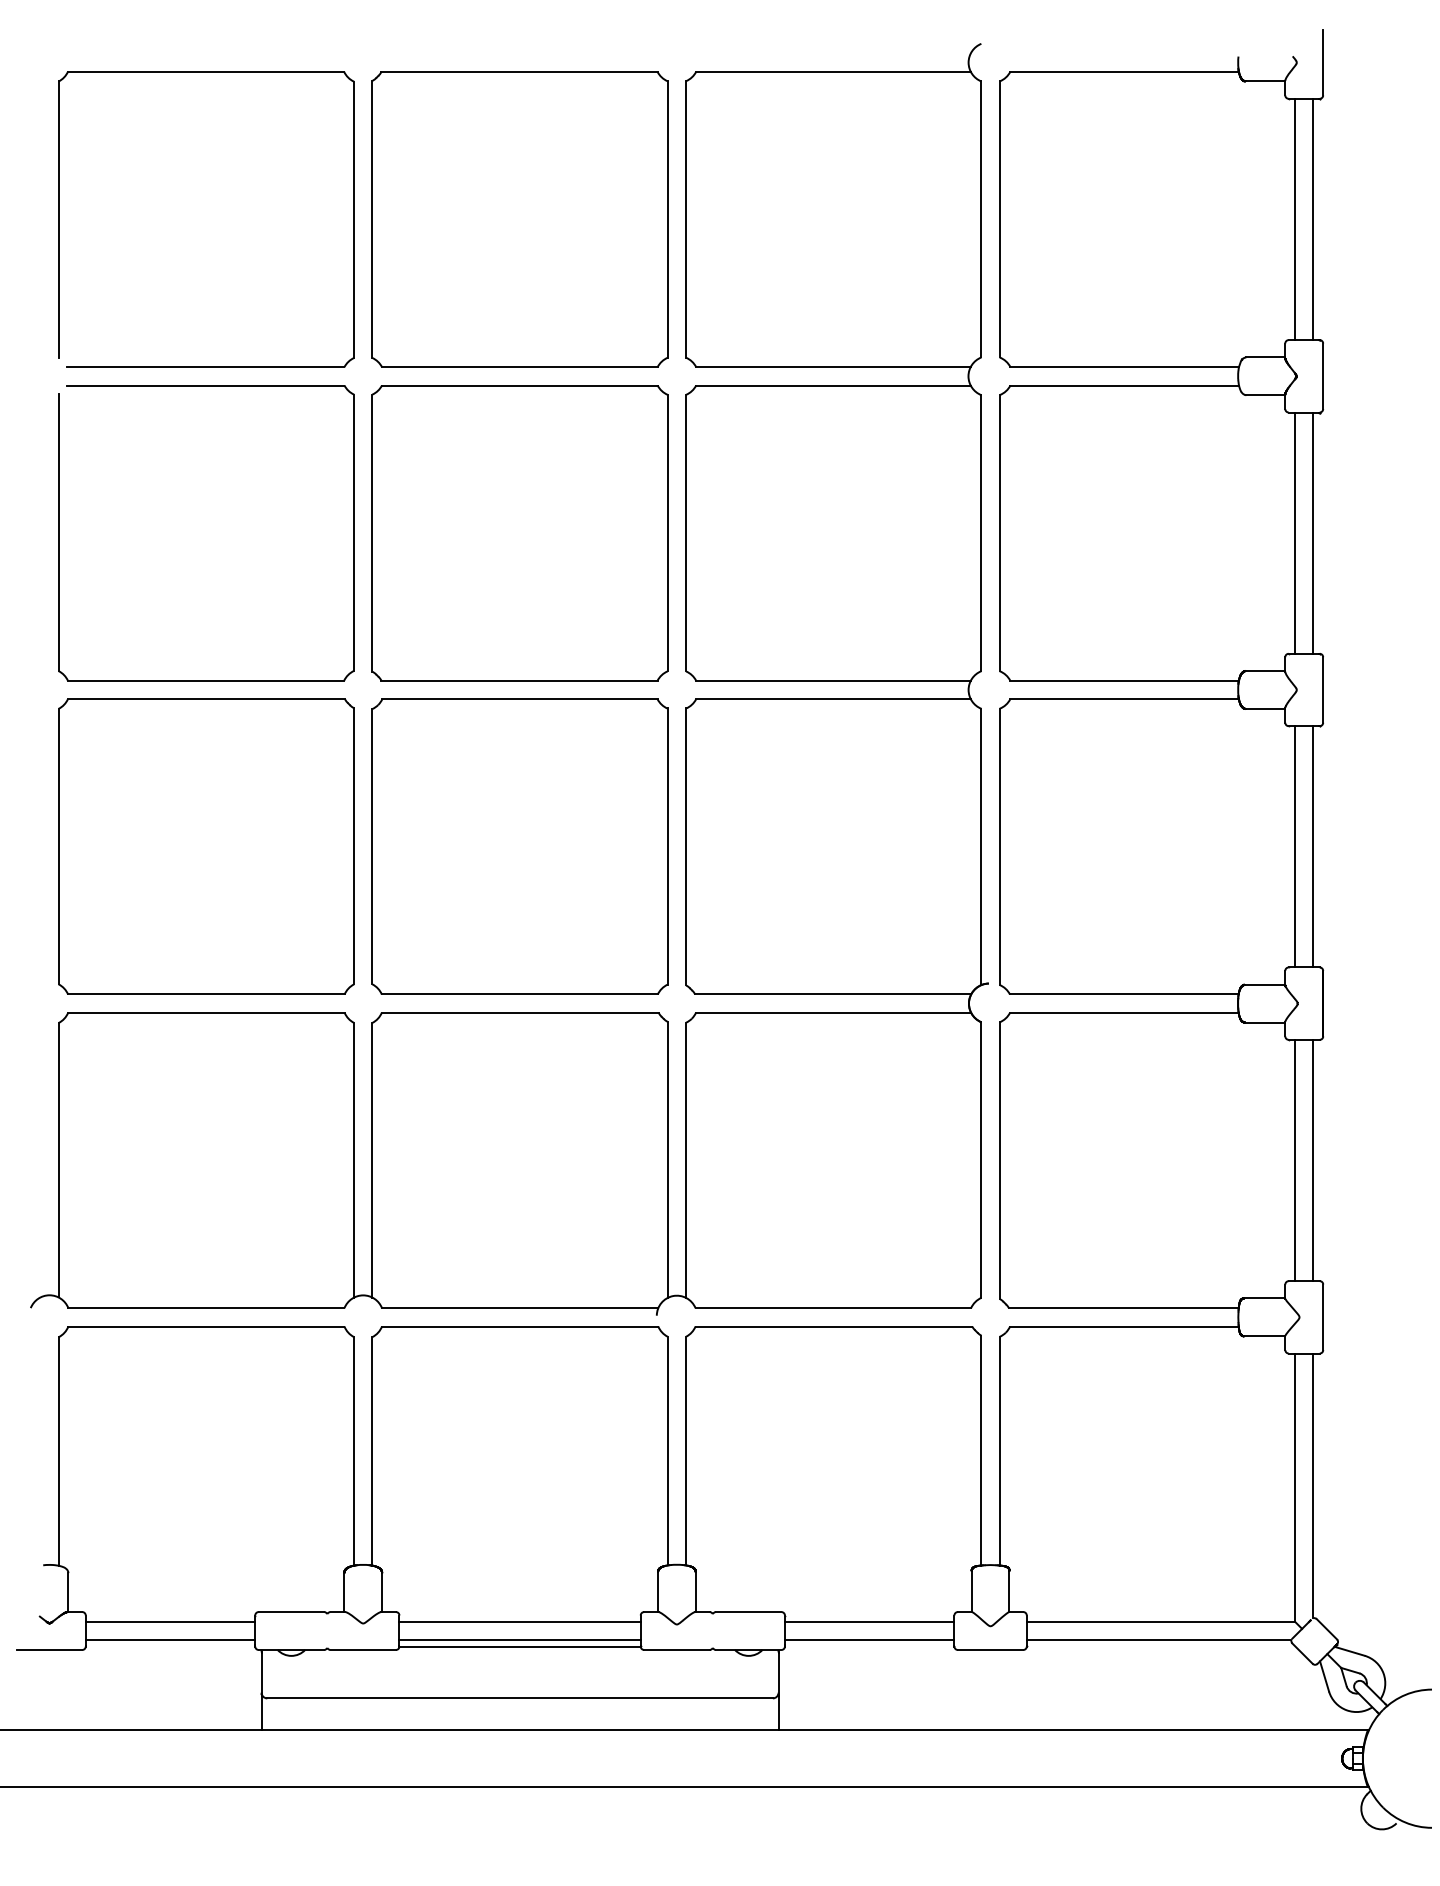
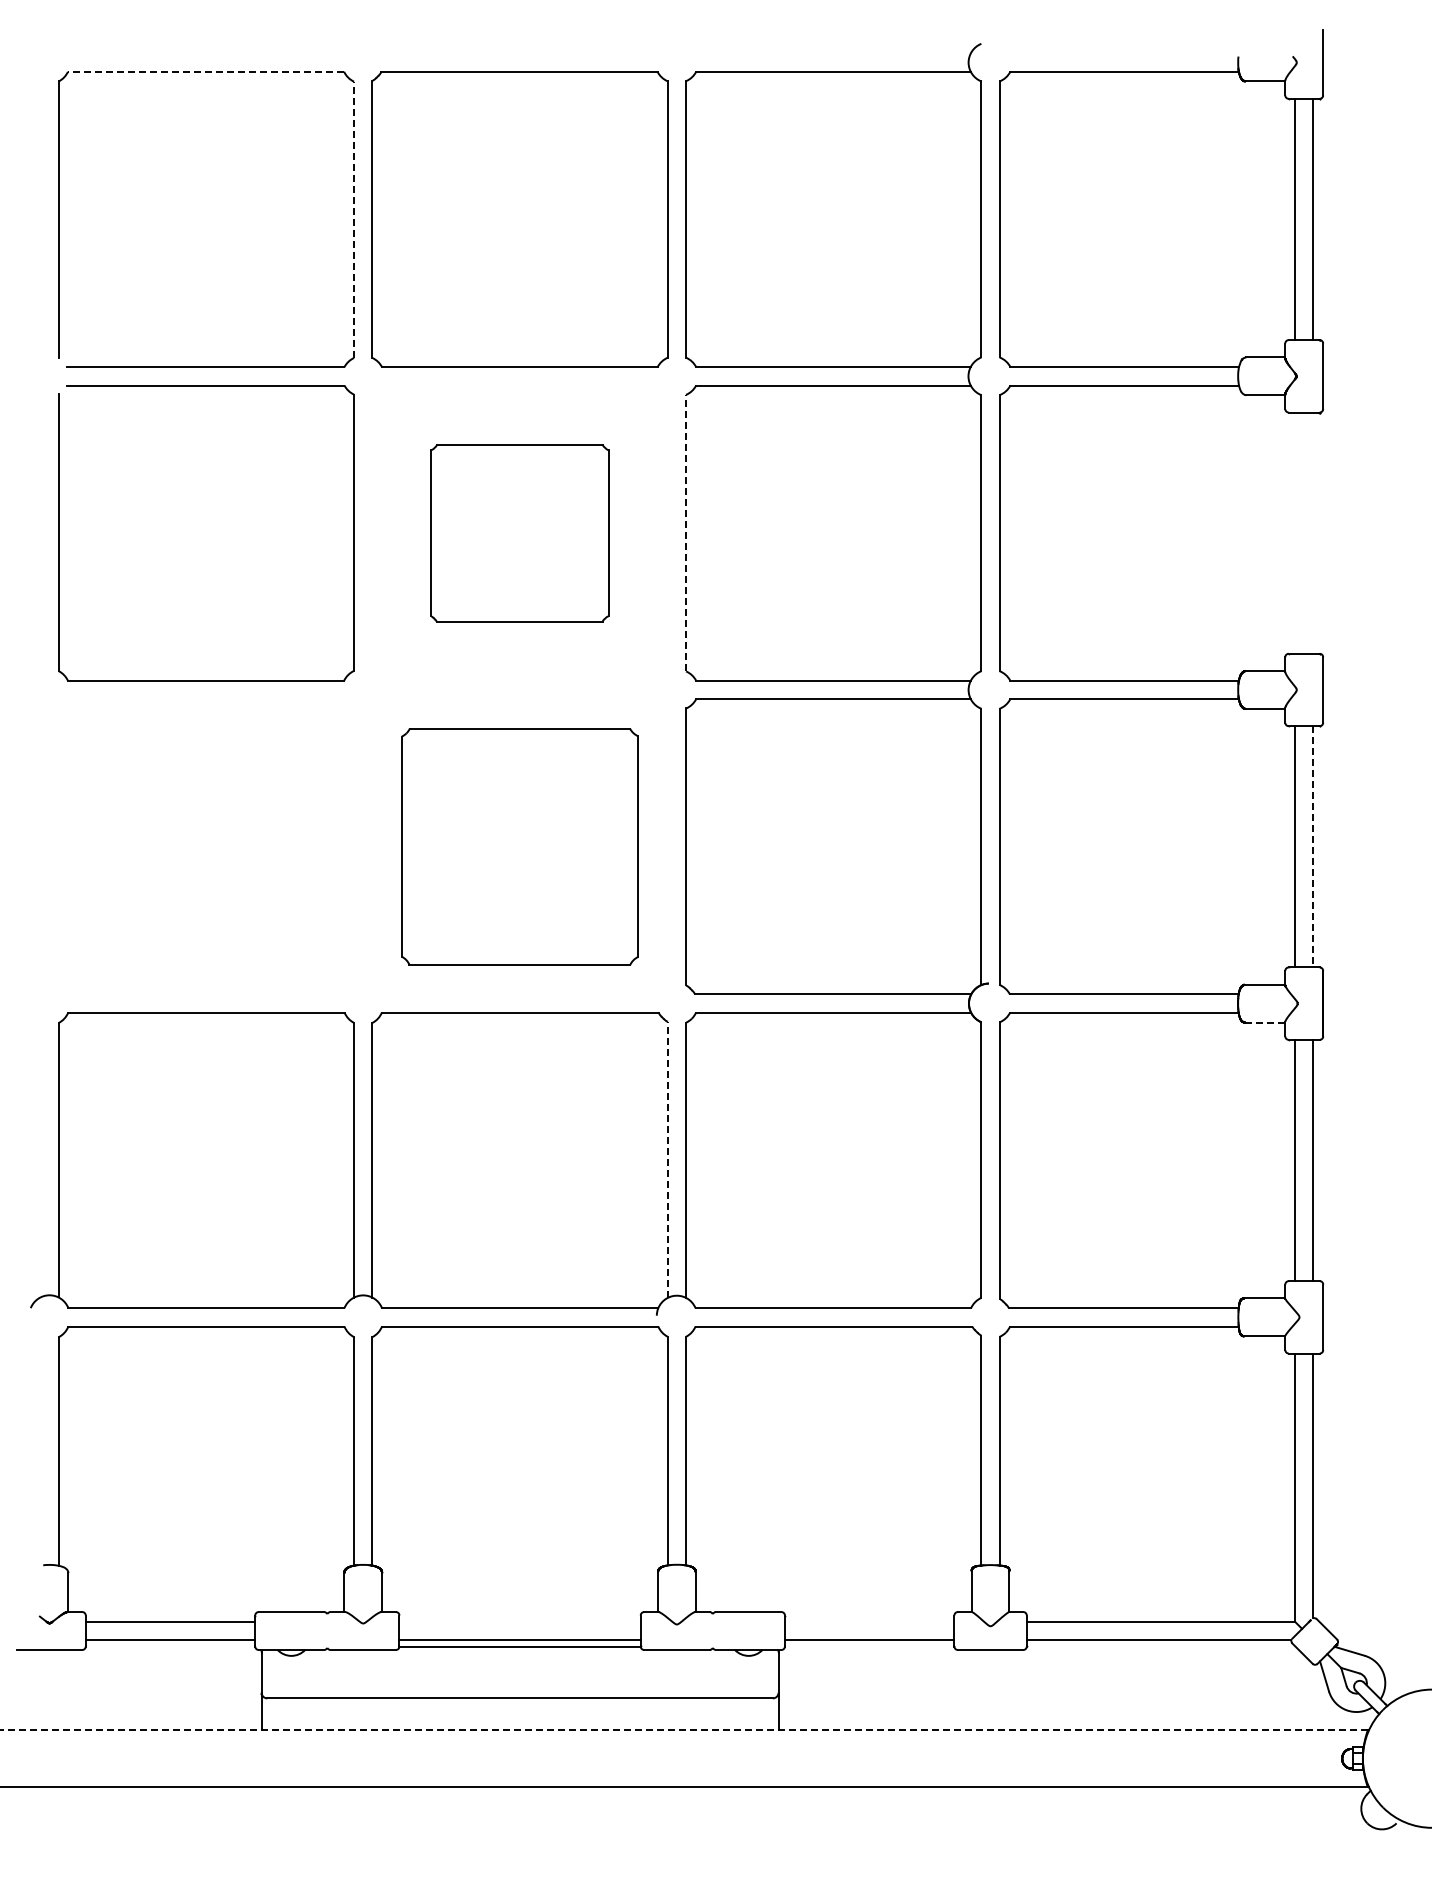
line at (205, 71): solid -> dashed
line at (354, 219): solid -> dashed
line at (686, 532): solid -> dashed
line at (1295, 532): present -> none
line at (1313, 532): present -> none
part at (519, 533) size: 298x297 px -> 180x179 px
part at (206, 846): present -> none
part at (519, 846) size: 298x297 px -> 238x238 px
line at (1313, 846): solid -> dashed
line at (1264, 1022): solid -> dashed
line at (667, 1159): solid -> dashed
line at (519, 1621): present -> none
line at (869, 1621): present -> none
line at (684, 1730): solid -> dashed
